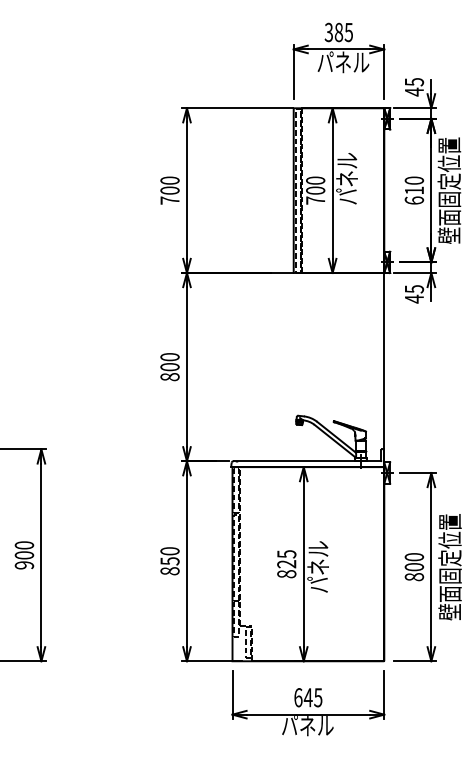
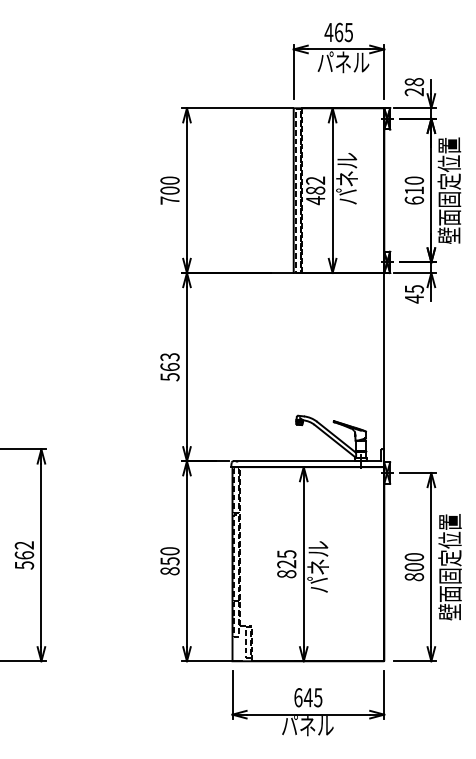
text at (333, 32): 385 -> 465
text at (413, 87): 45 -> 28
text at (315, 190): 700 -> 482
text at (169, 367): 800 -> 563
text at (24, 555): 900 -> 562
